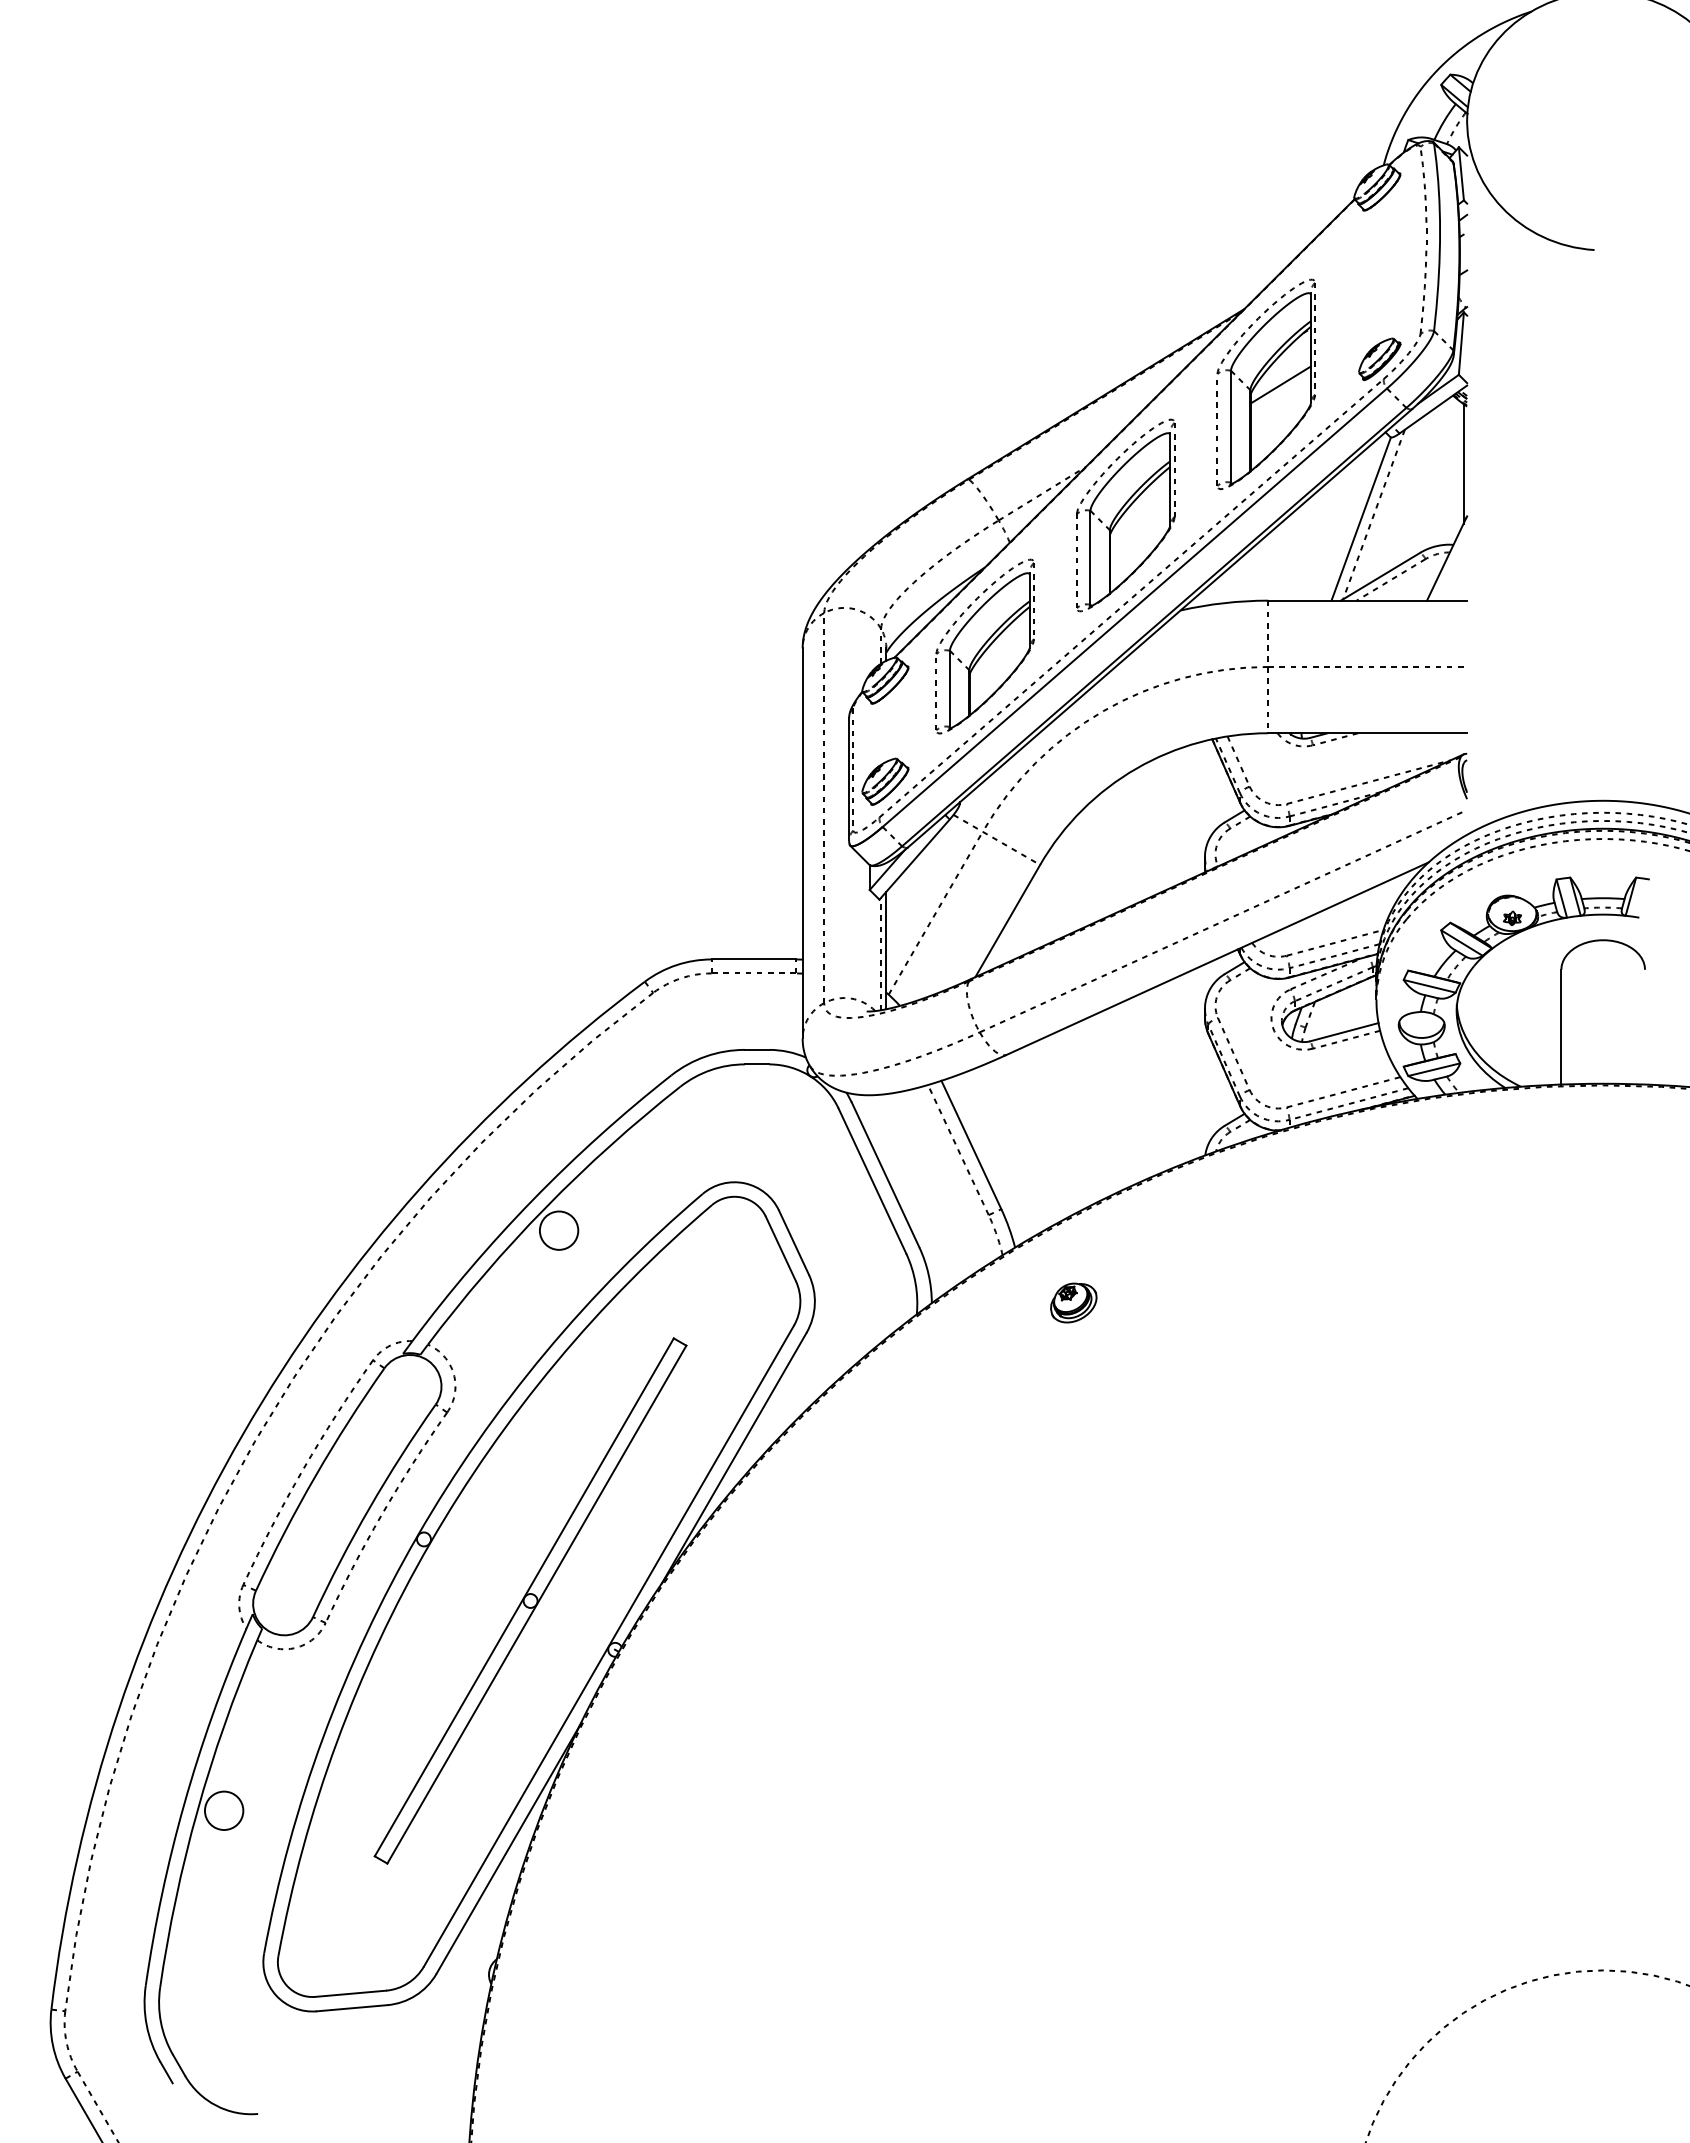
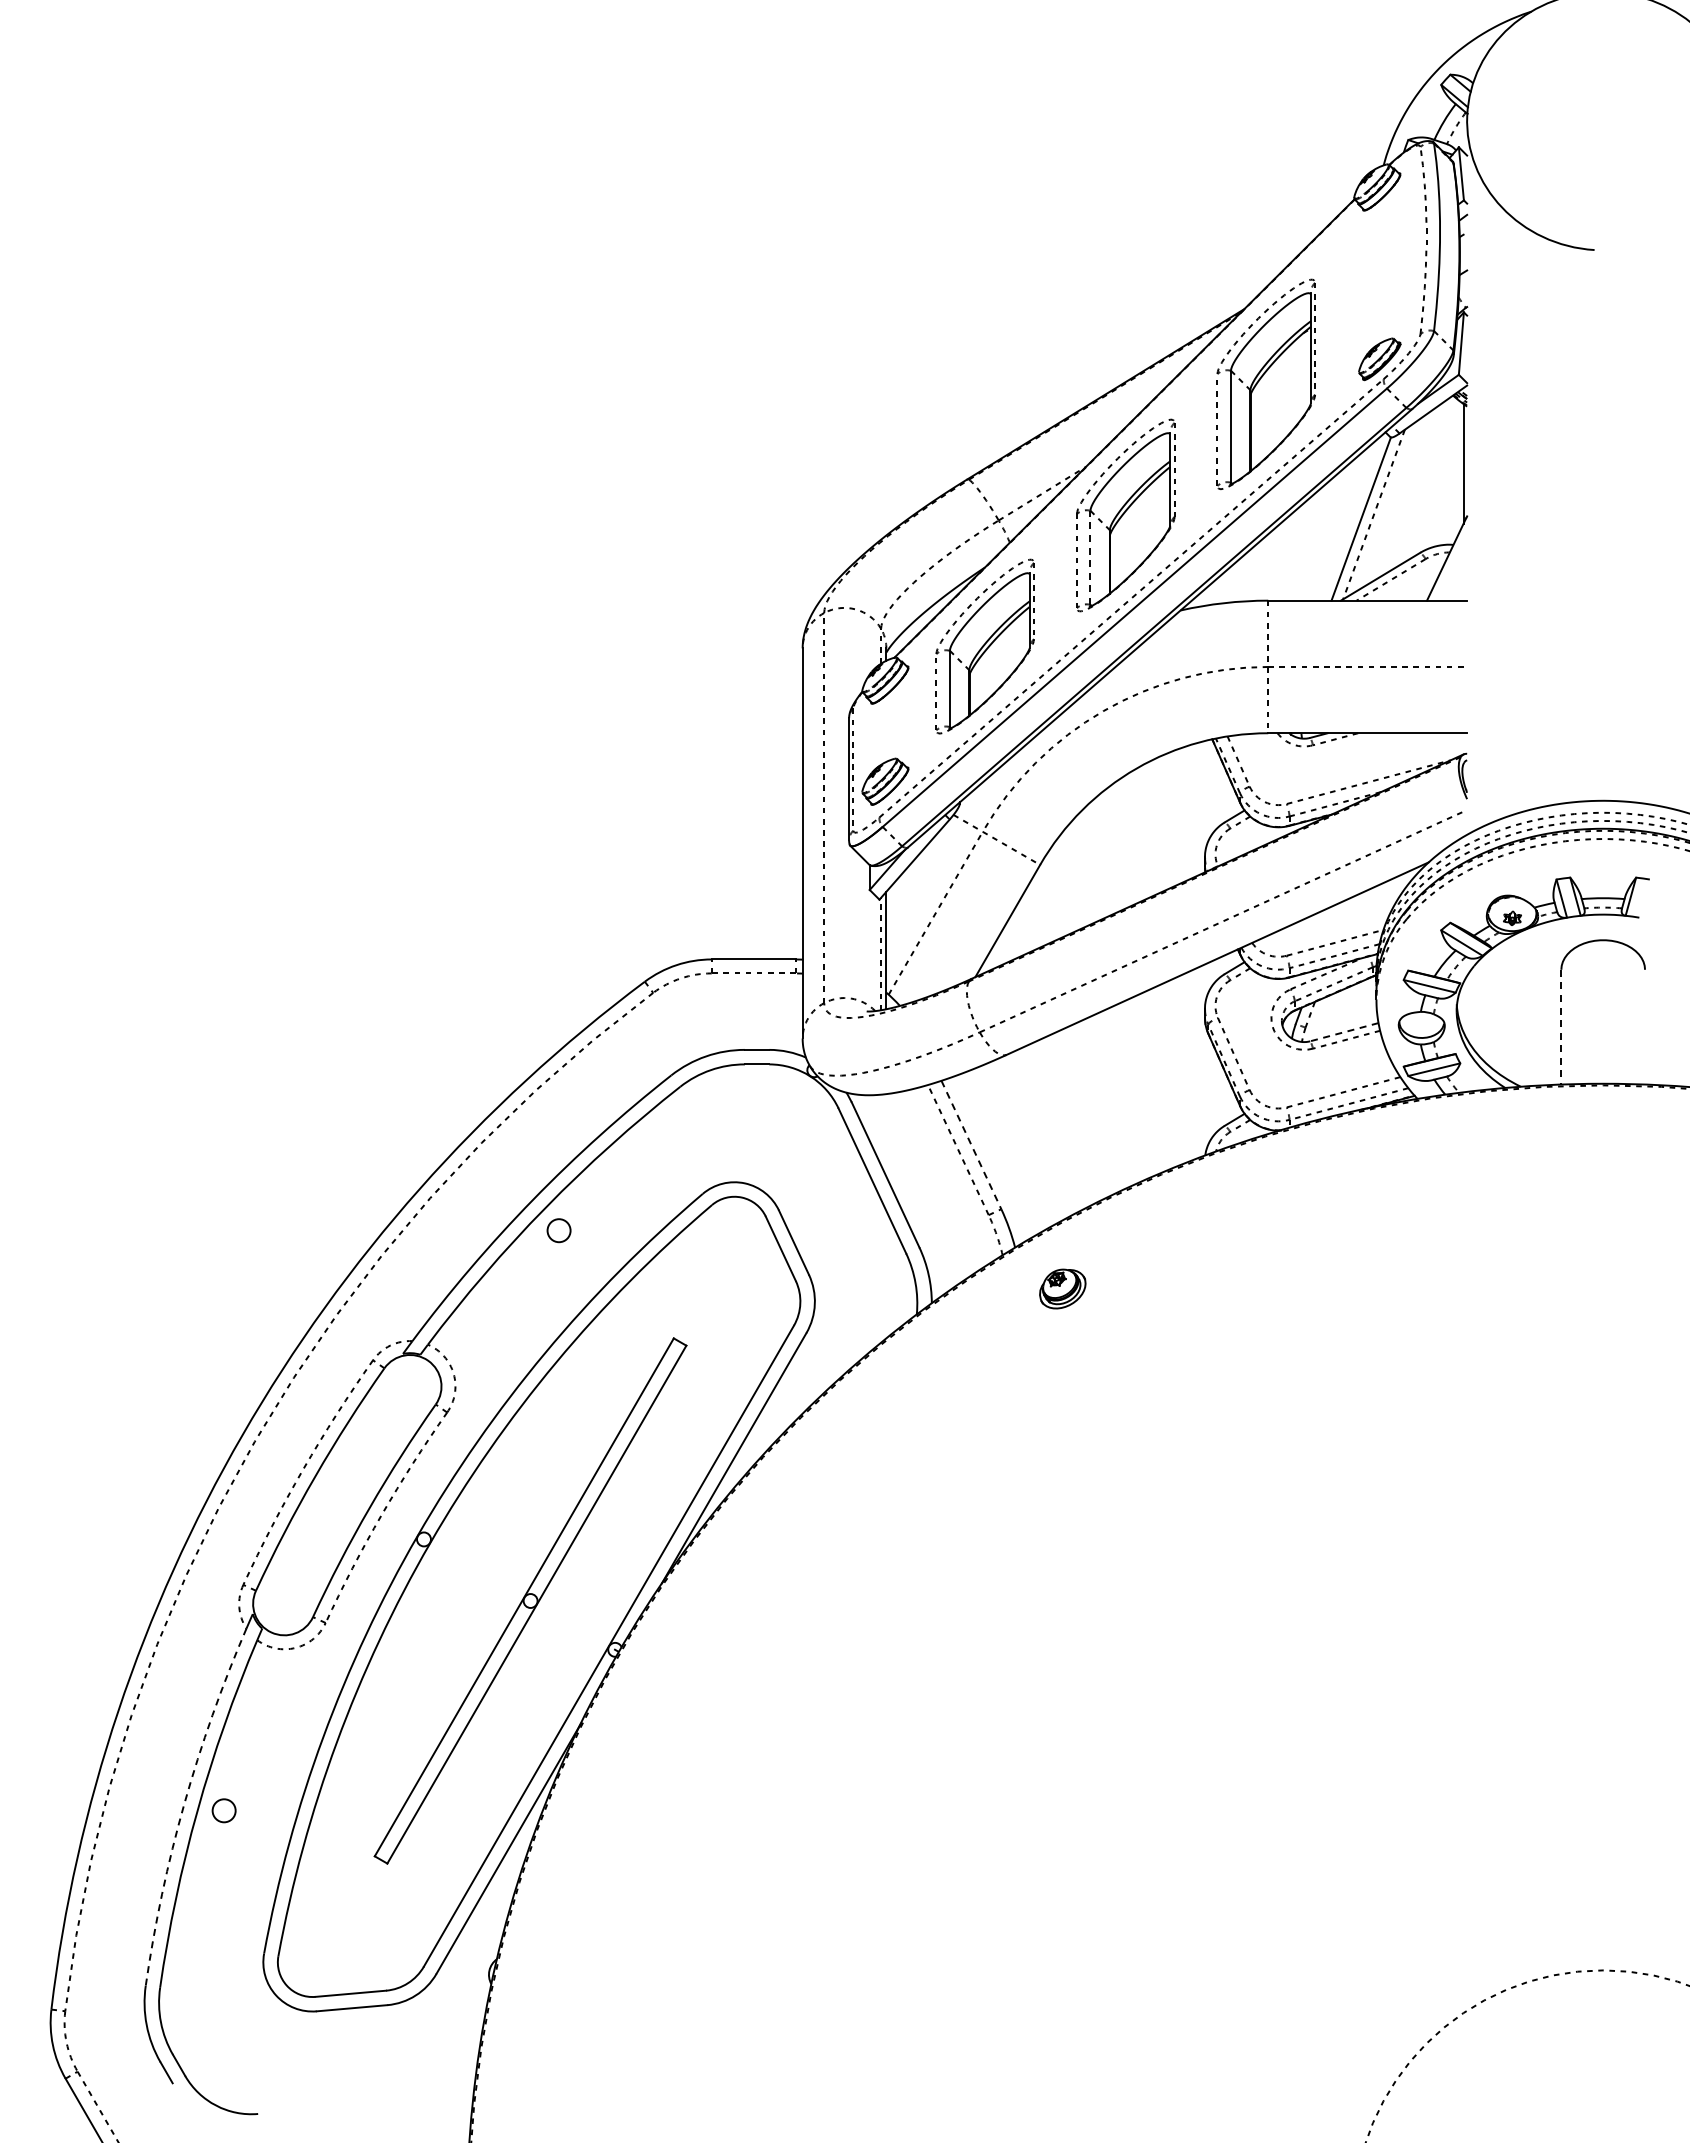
line at (1280, 384): present -> none
line at (1090, 557): solid -> dashed
line at (1561, 1027): solid -> dashed
line at (1343, 1032): solid -> dashed
line at (971, 1145): solid -> dashed
circle at (558, 1230) diameter: 38 px -> 23 px
part at (1073, 1302) position: (1073, 1302) -> (1062, 1288)
arc at (184, 1803): solid -> dashed
circle at (223, 1810) diameter: 38 px -> 23 px
